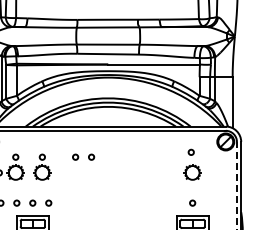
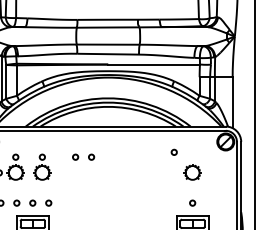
line at (254, 114): none -> present
circle at (190, 151) position: (190, 151) -> (173, 151)
line at (236, 185): dashed -> solid
